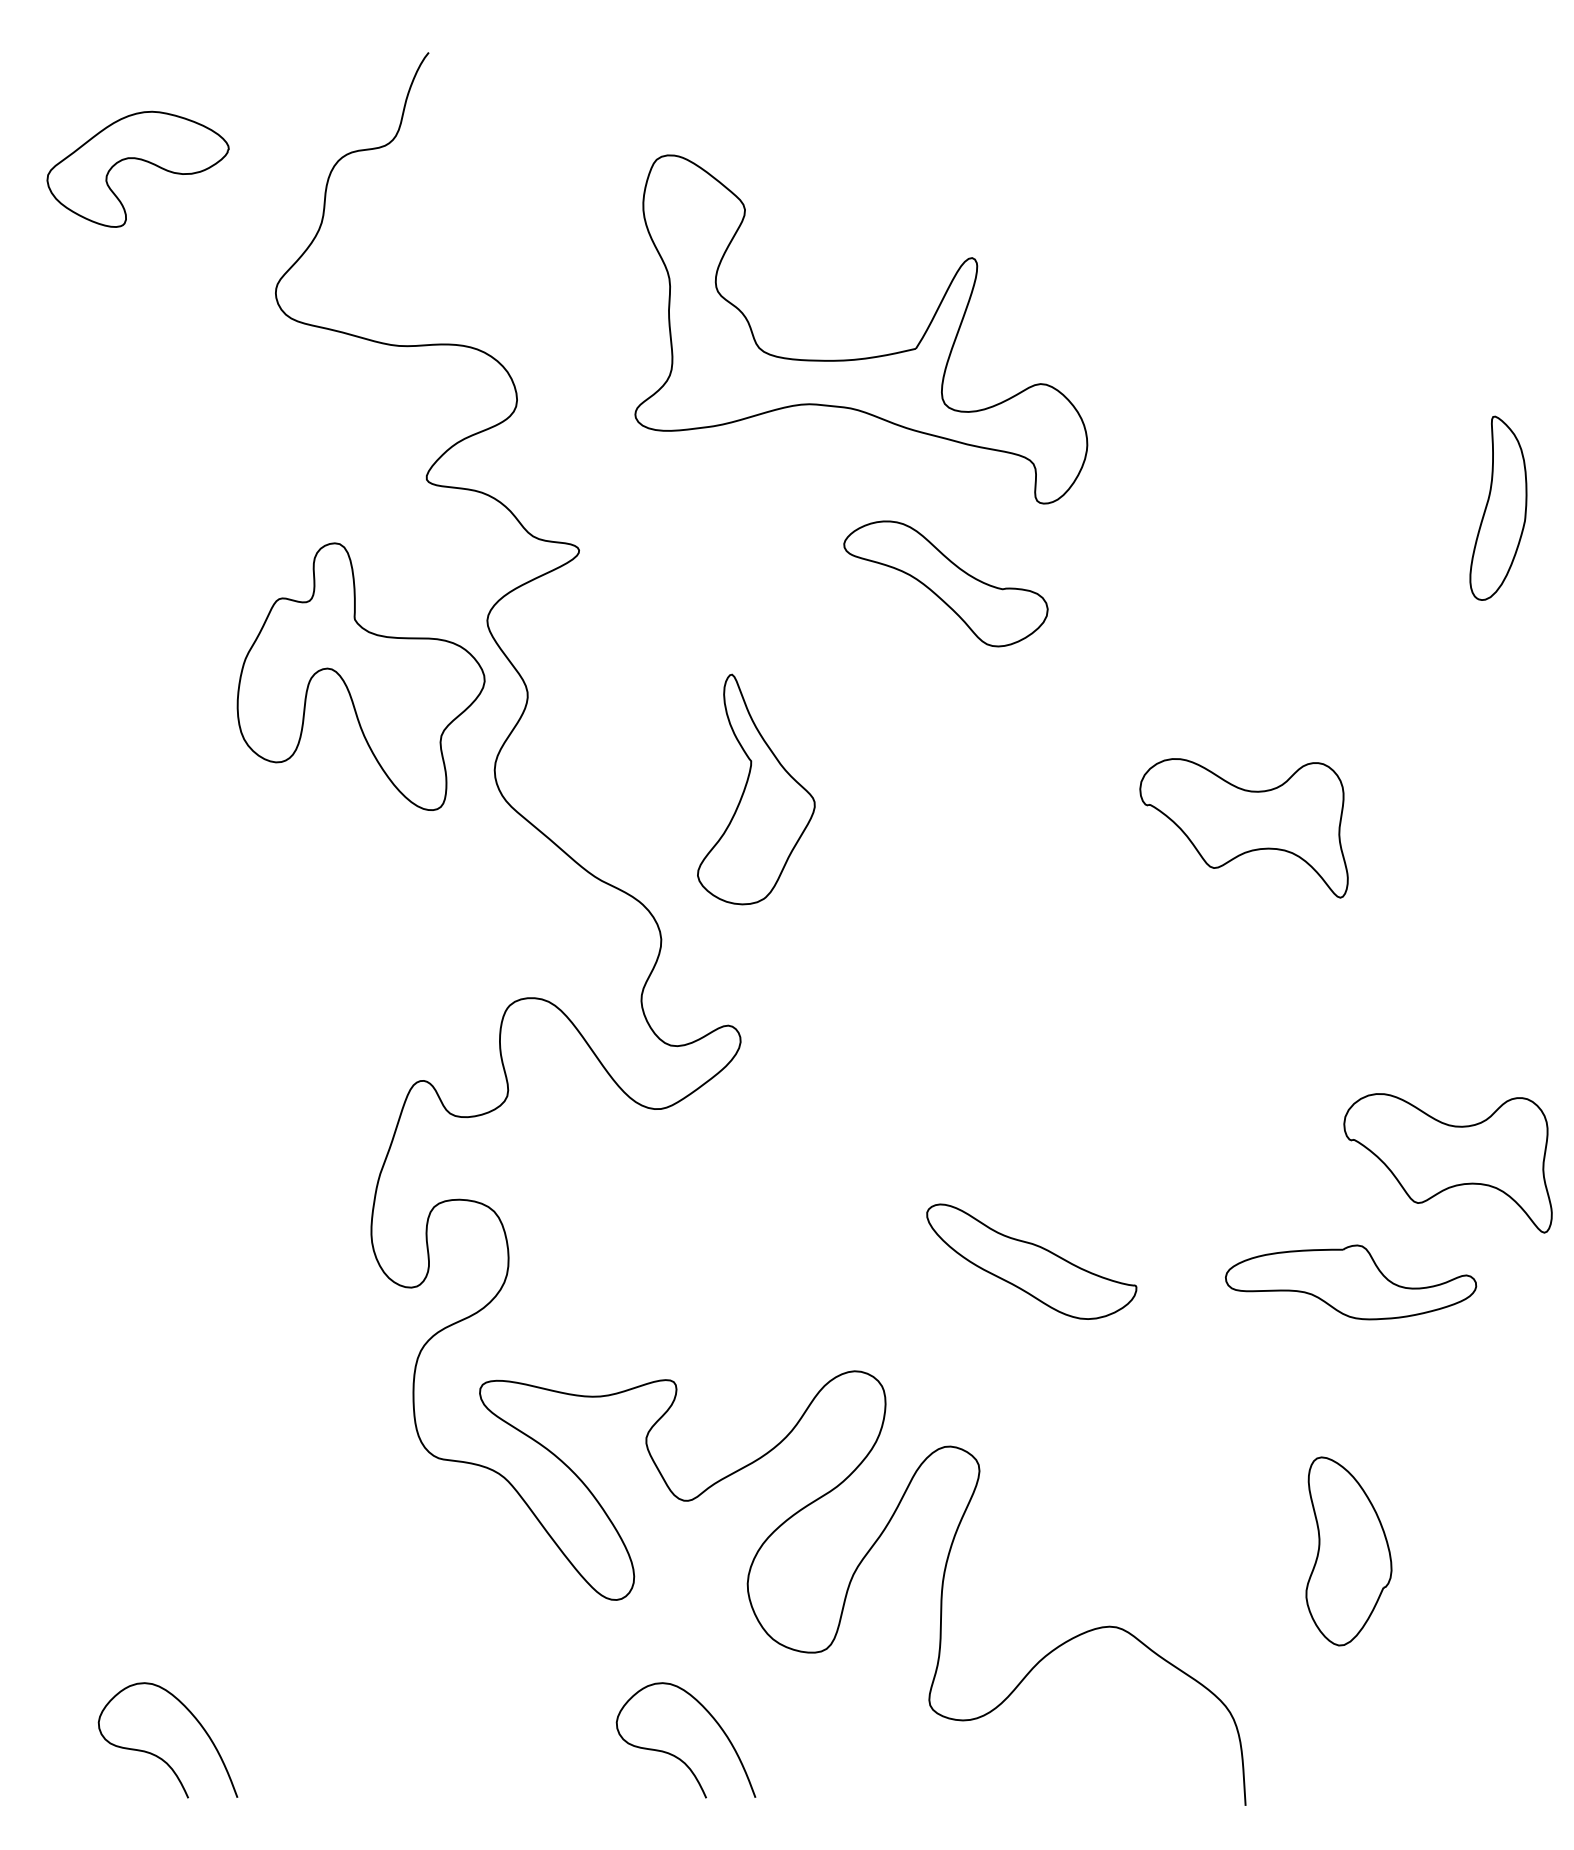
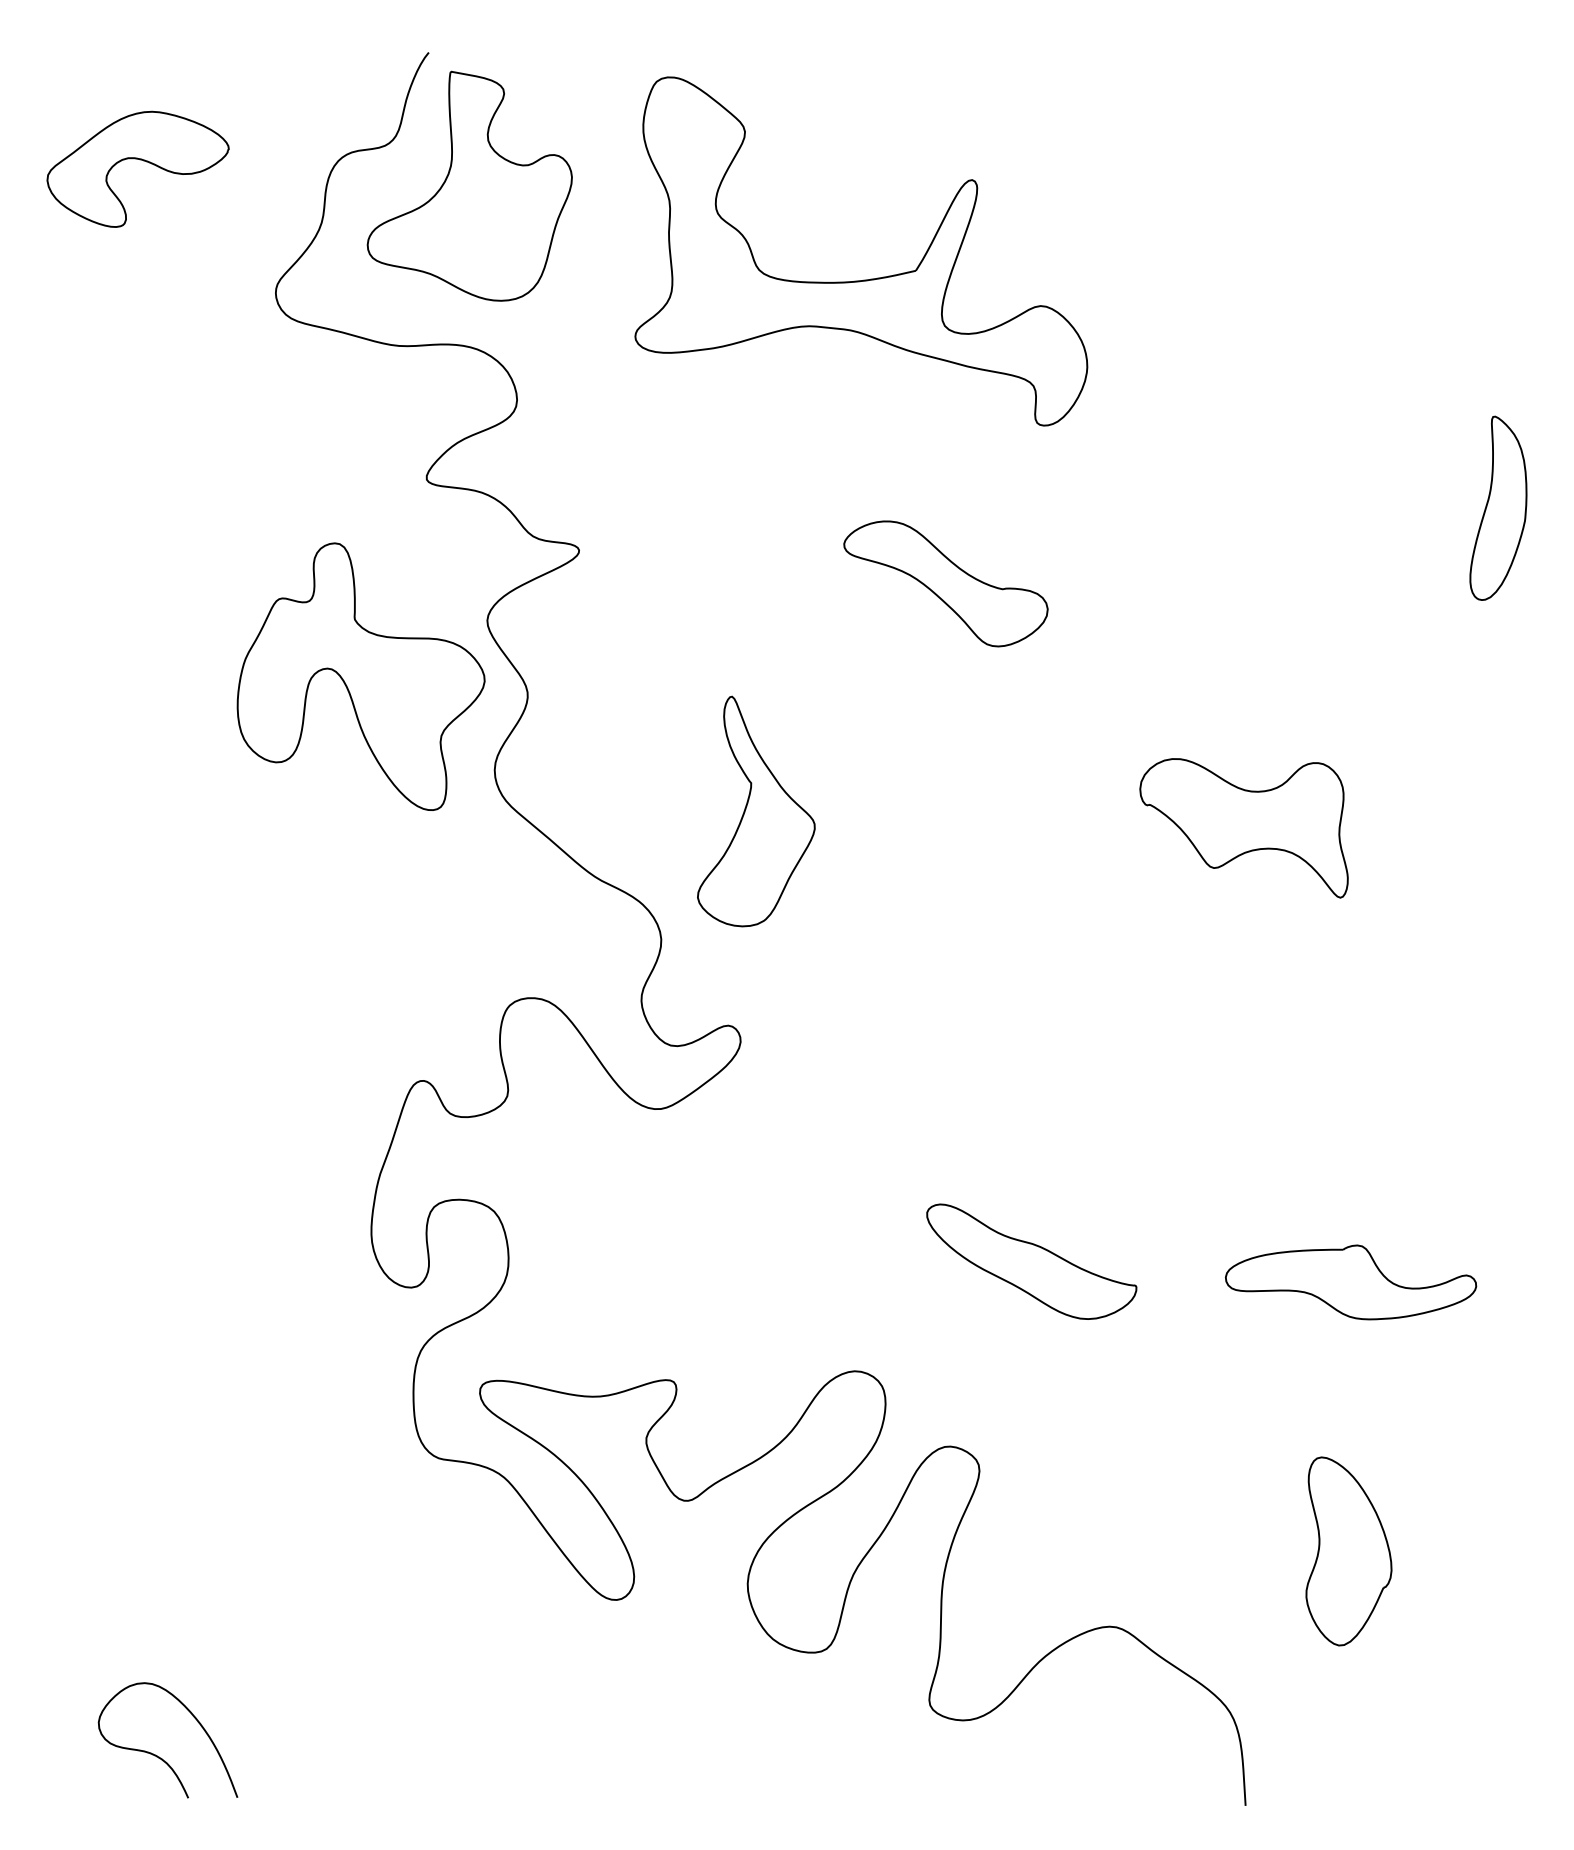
part at (469, 185): none -> present
part at (863, 357) position: (863, 357) -> (863, 279)
part at (756, 789) position: (756, 789) -> (756, 811)
part at (1447, 1163): present -> none
curve at (677, 1756): present -> none
